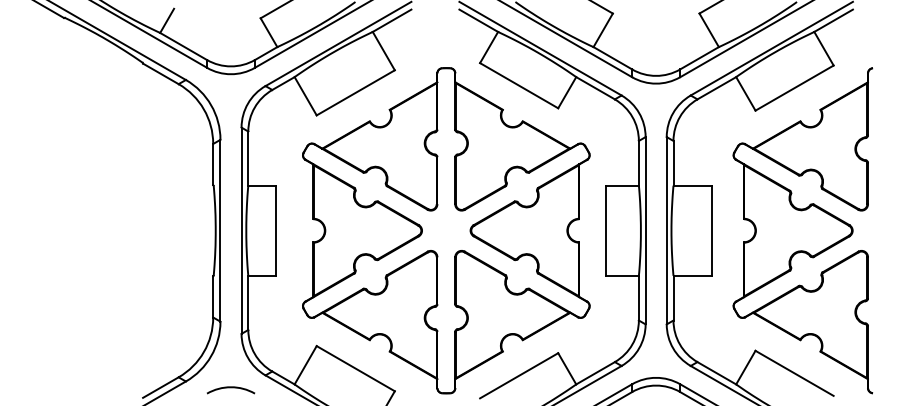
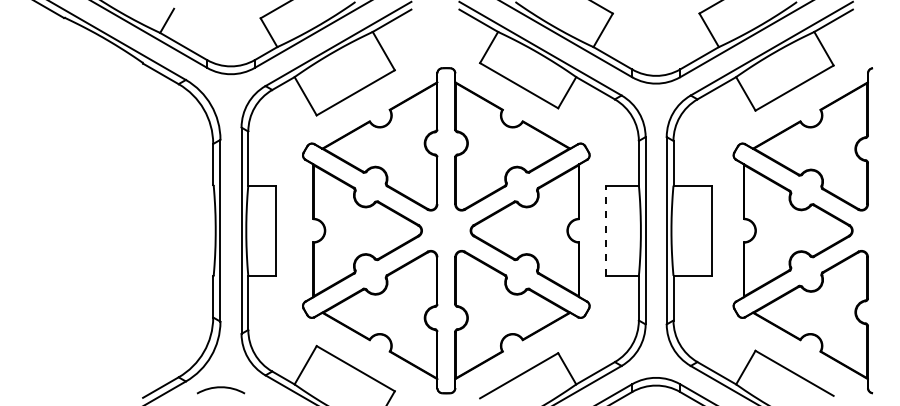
line at (605, 230): solid -> dashed
arc at (231, 388) position: (231, 388) -> (221, 388)
